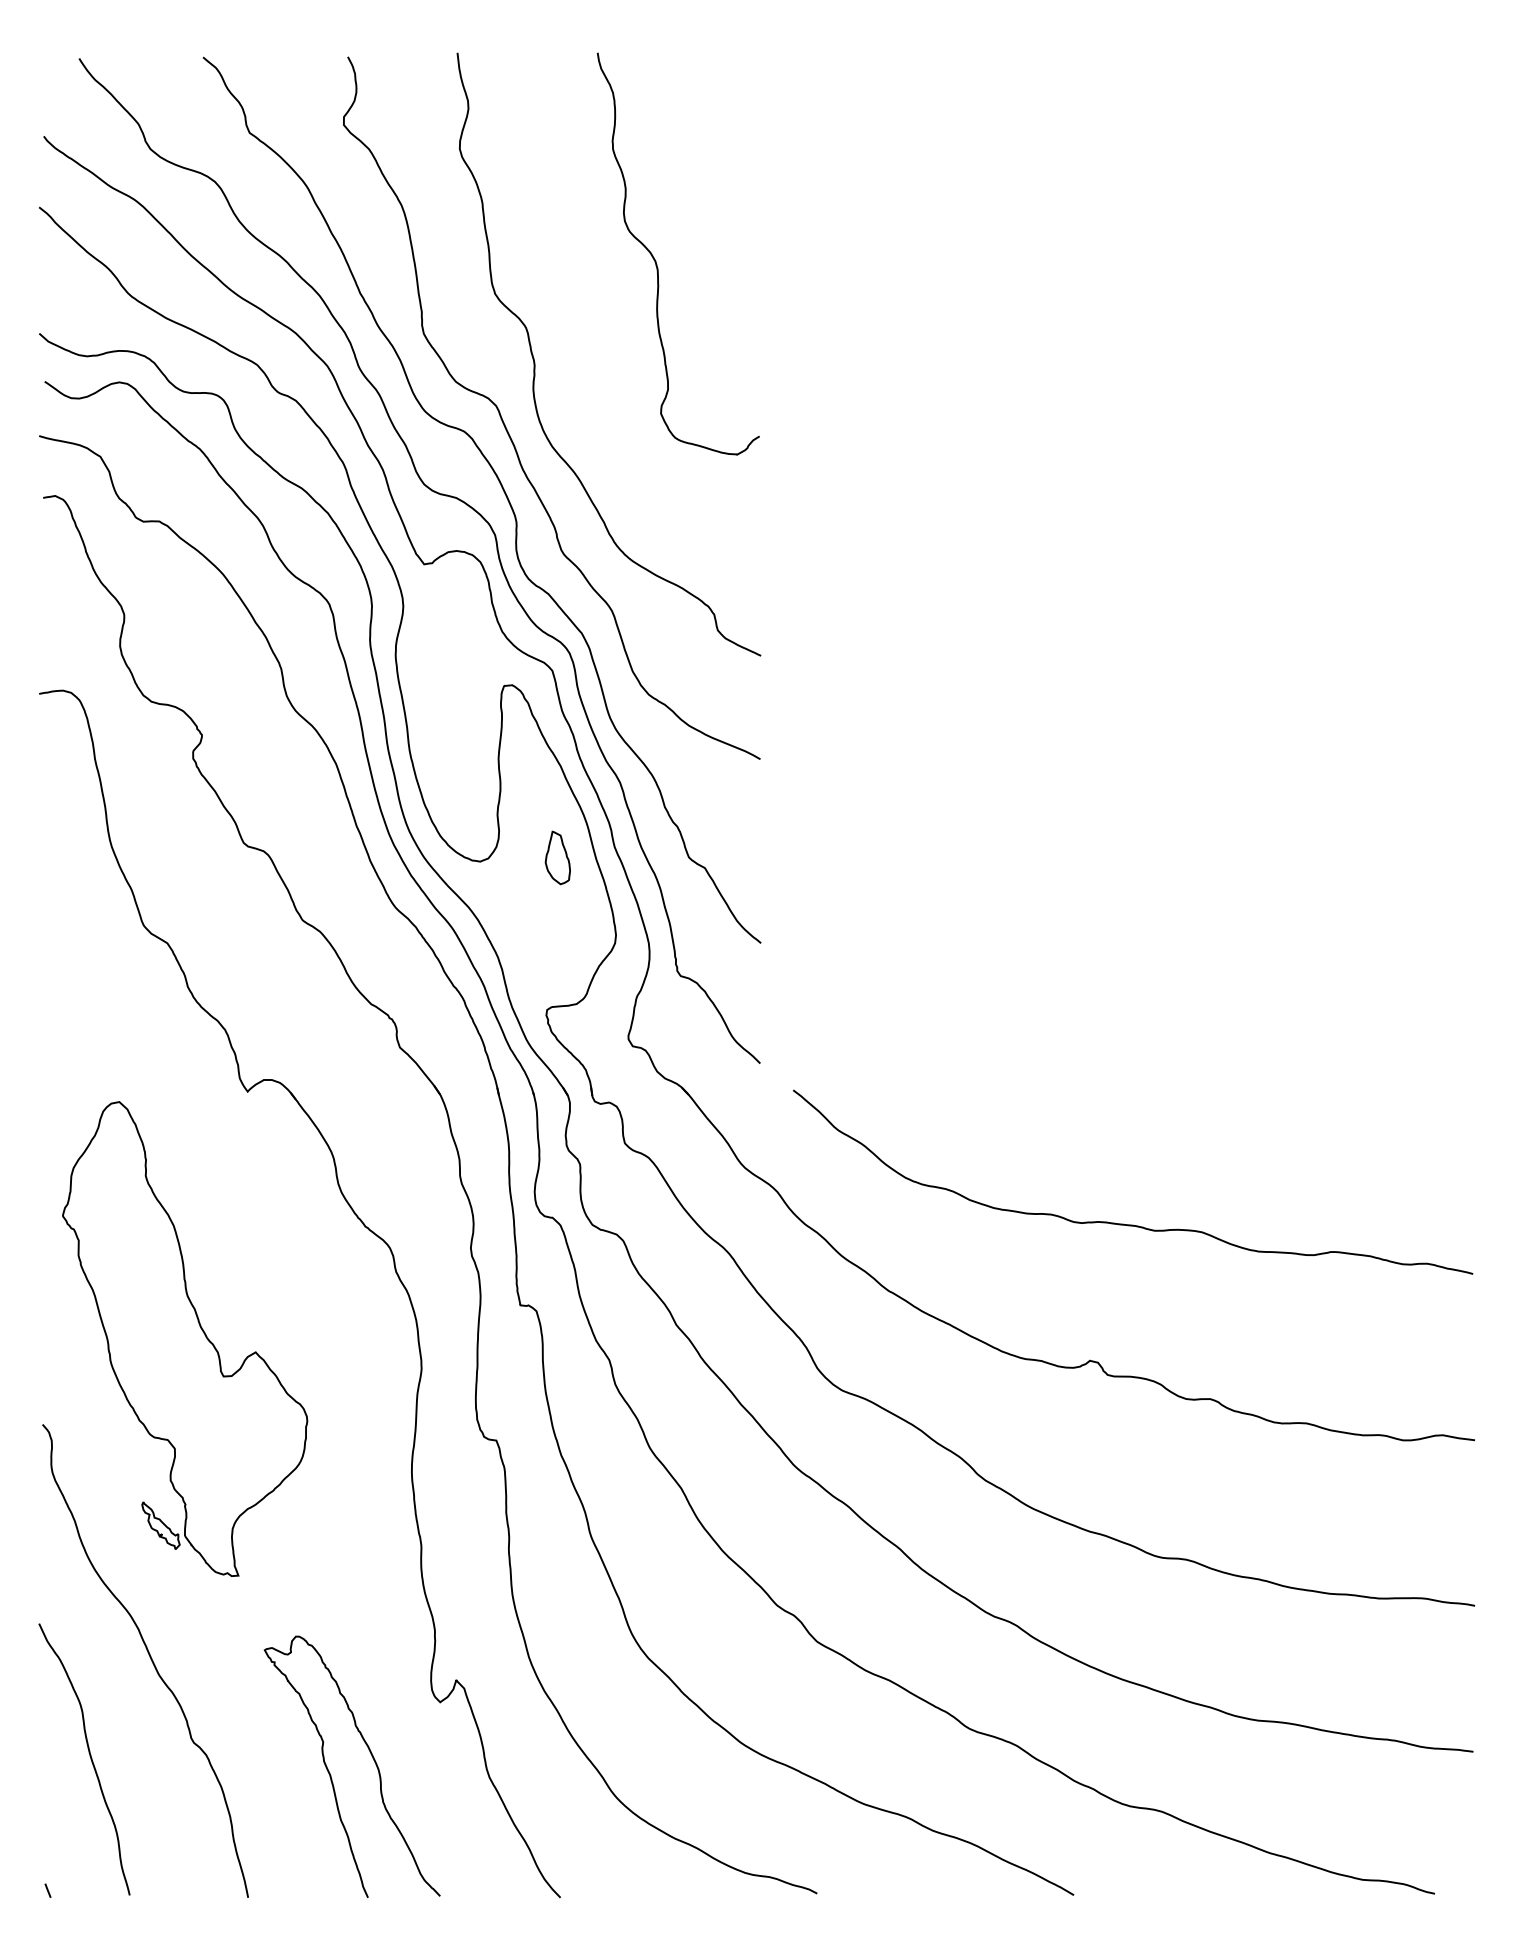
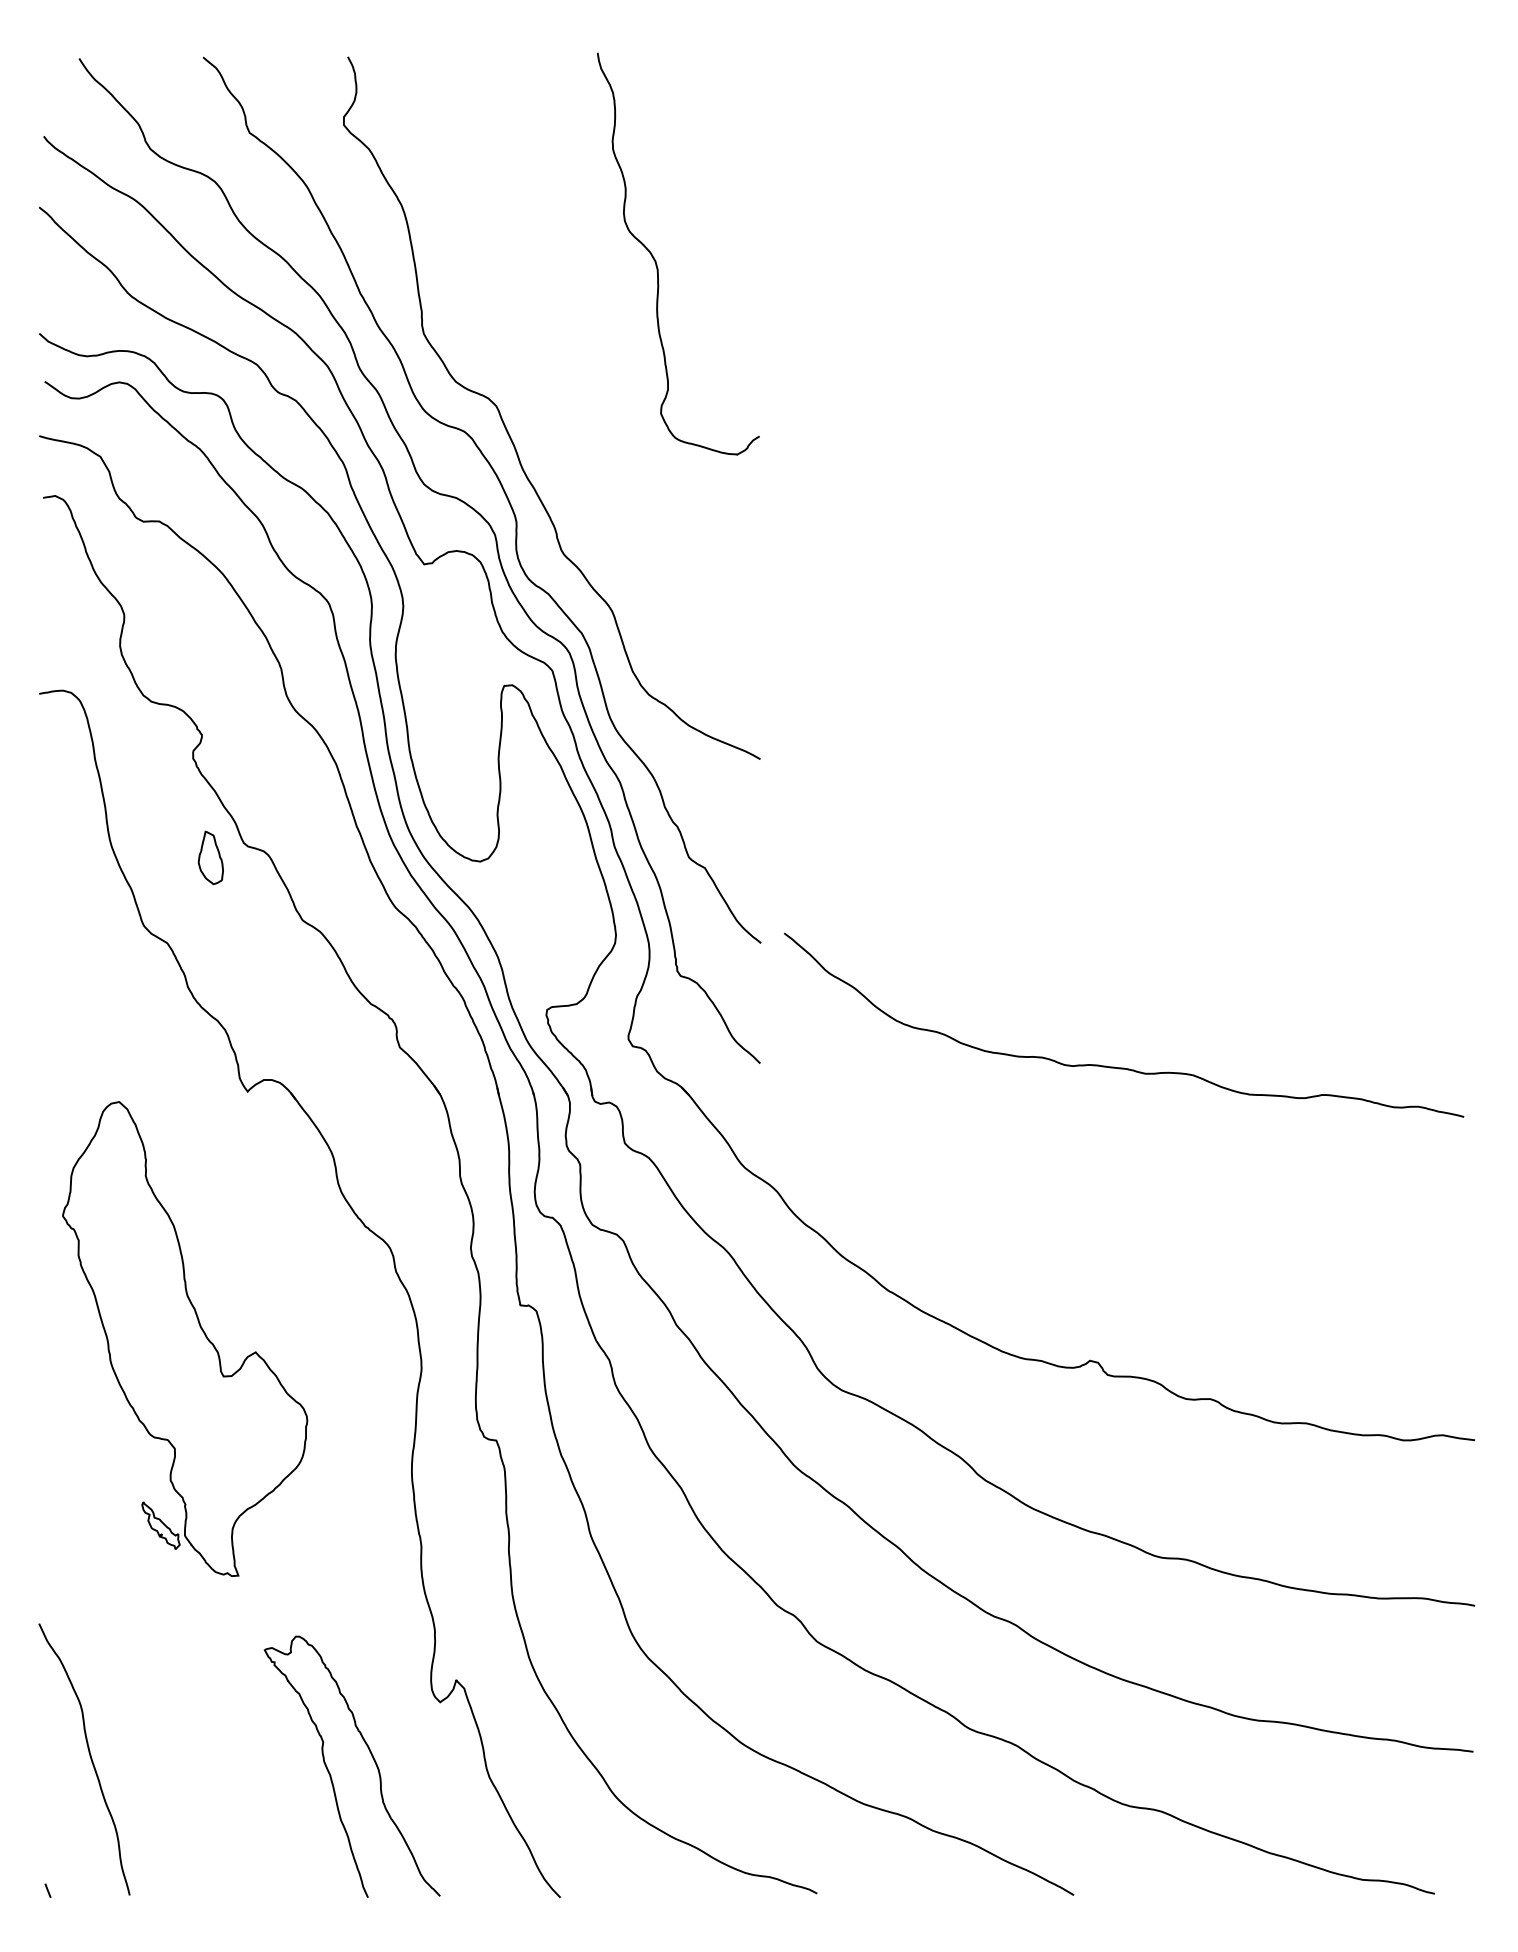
curve at (535, 362): present -> none
part at (557, 857) position: (557, 857) -> (210, 857)
curve at (1133, 1224) position: (1133, 1224) -> (1124, 1067)
curve at (149, 1657): present -> none
